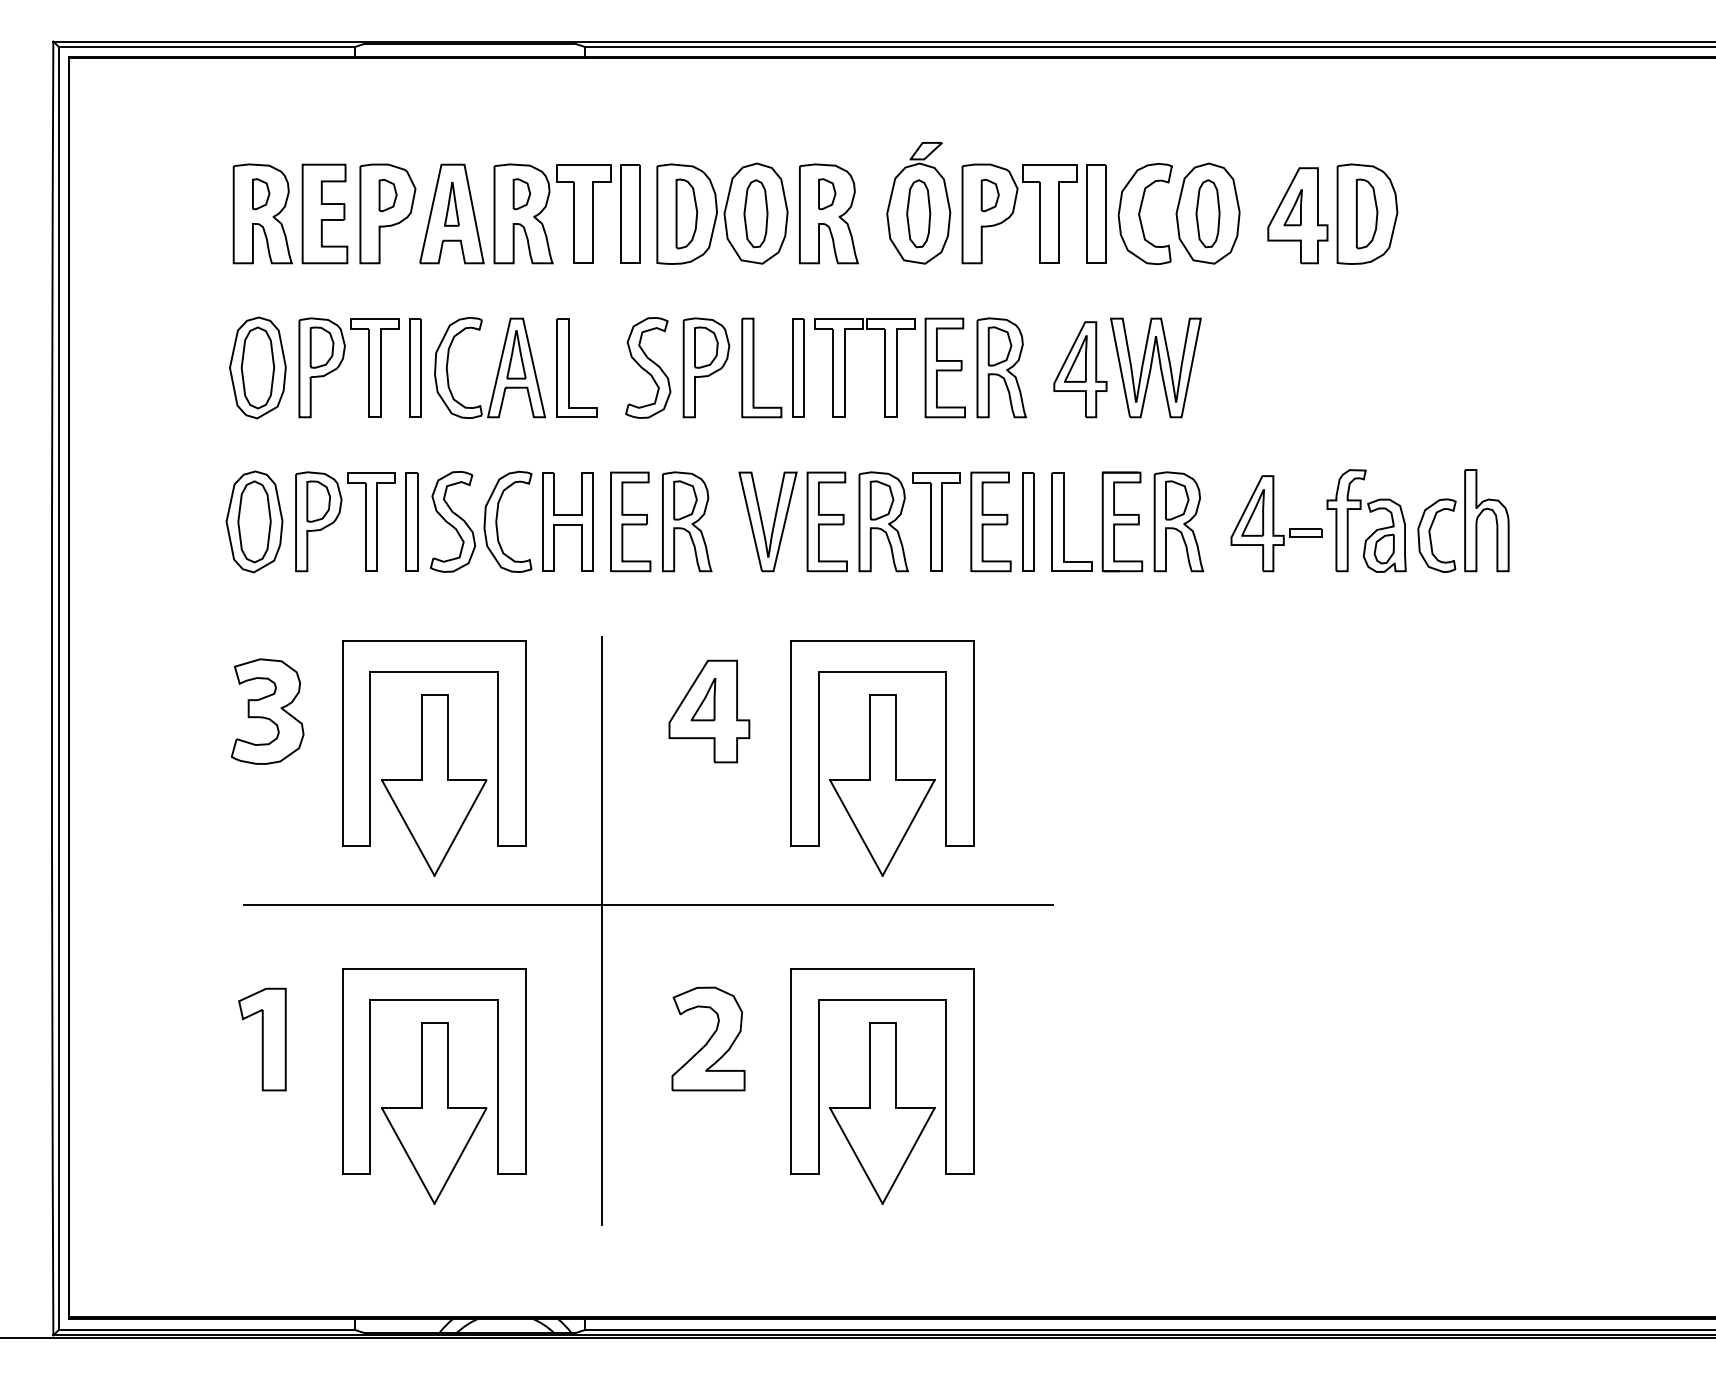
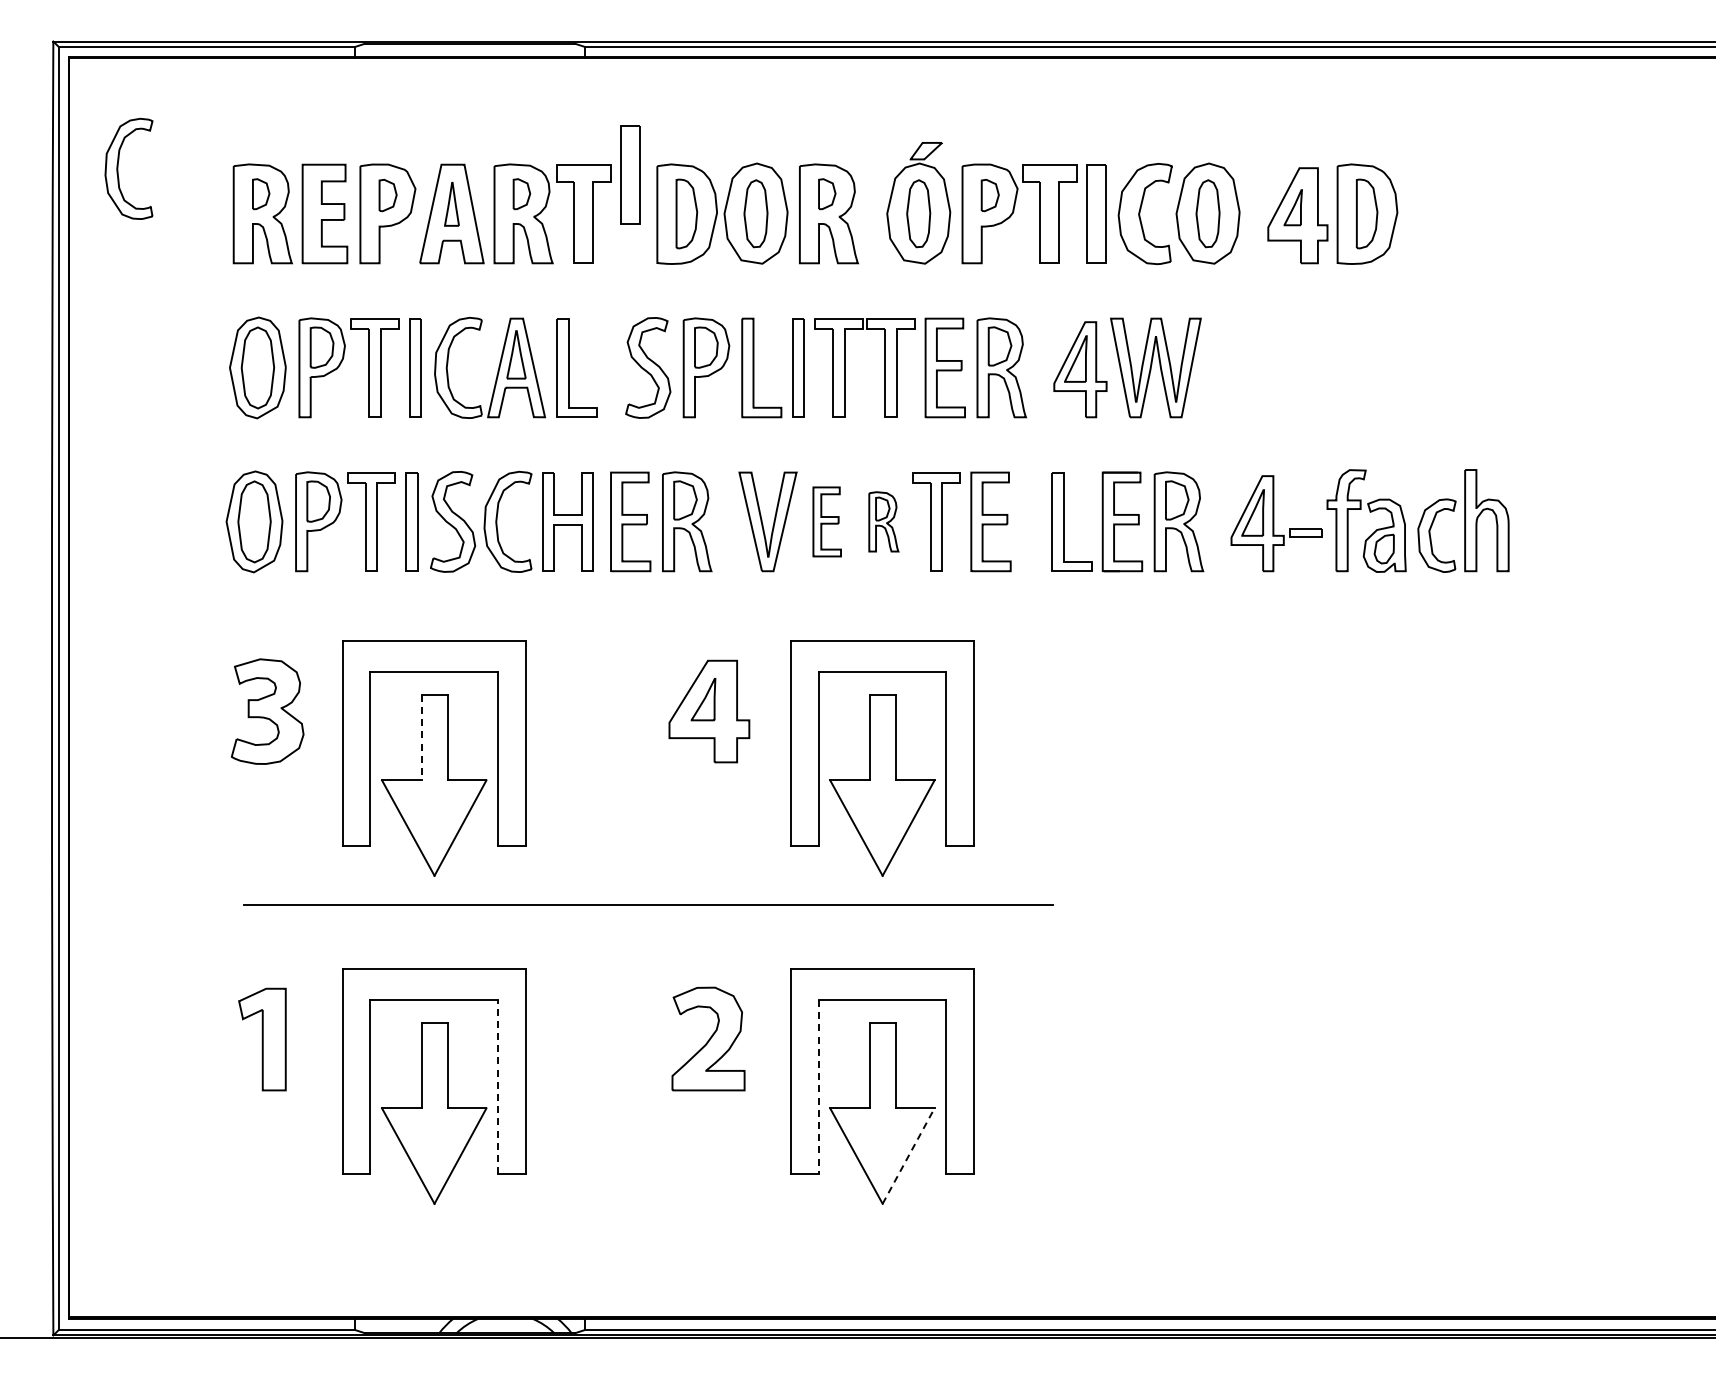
part at (118, 168): none -> present
part at (630, 213) position: (630, 213) -> (630, 174)
part at (826, 521) size: 42x102 px -> 30x72 px
part at (883, 521) size: 52x102 px -> 32x62 px
part at (1028, 521): present -> none
line at (421, 737): solid -> dashed
line at (601, 930): present -> none
line at (498, 1086): solid -> dashed
line at (818, 1087): solid -> dashed
line at (908, 1155): solid -> dashed
